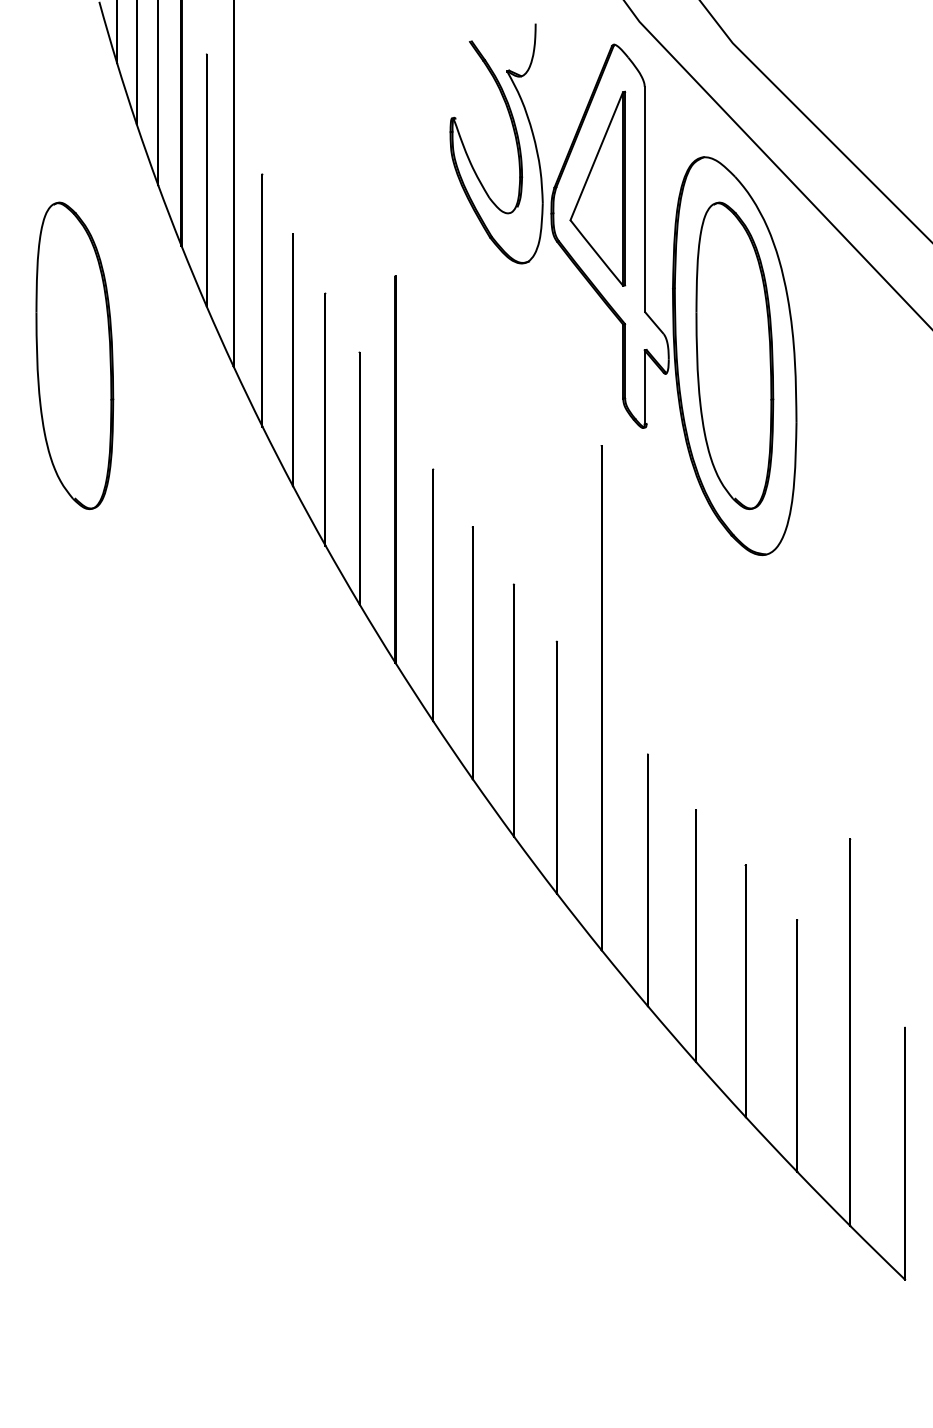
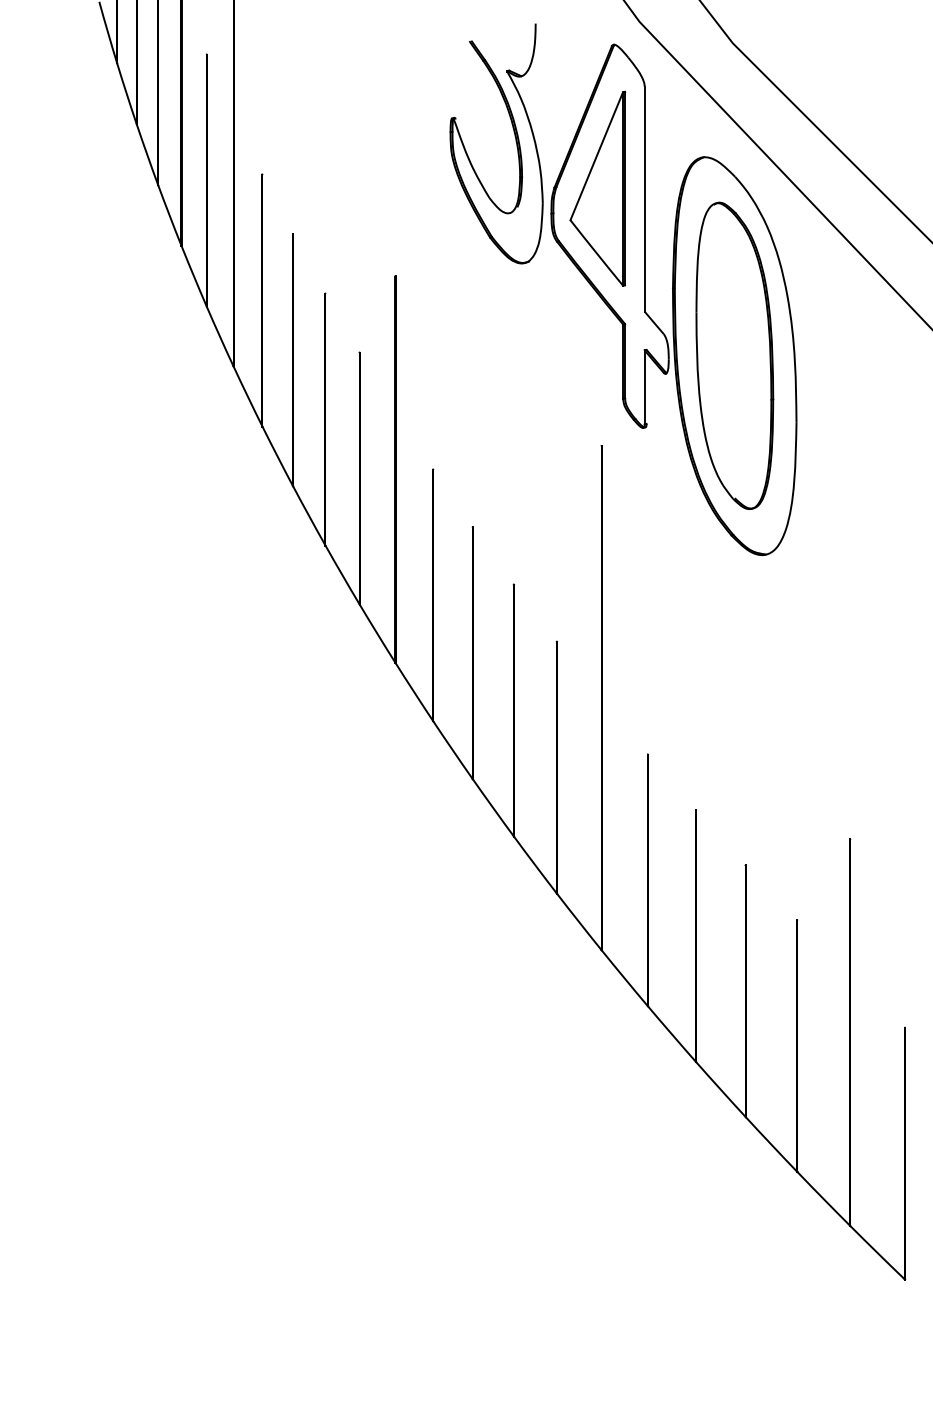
part at (74, 355): present -> none
